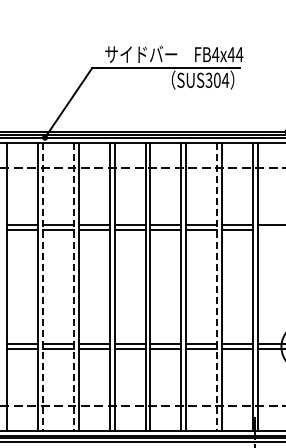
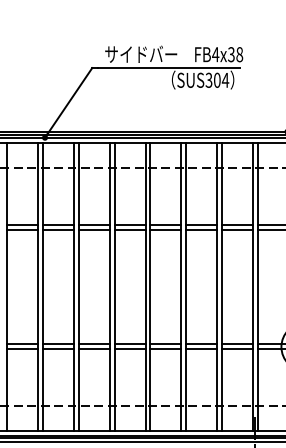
text at (235, 54): FB4x44 -> FB4x38
line at (269, 229): none -> present
line at (43, 287): dashed -> solid
line at (74, 287): dashed -> solid
line at (217, 287): dashed -> solid
